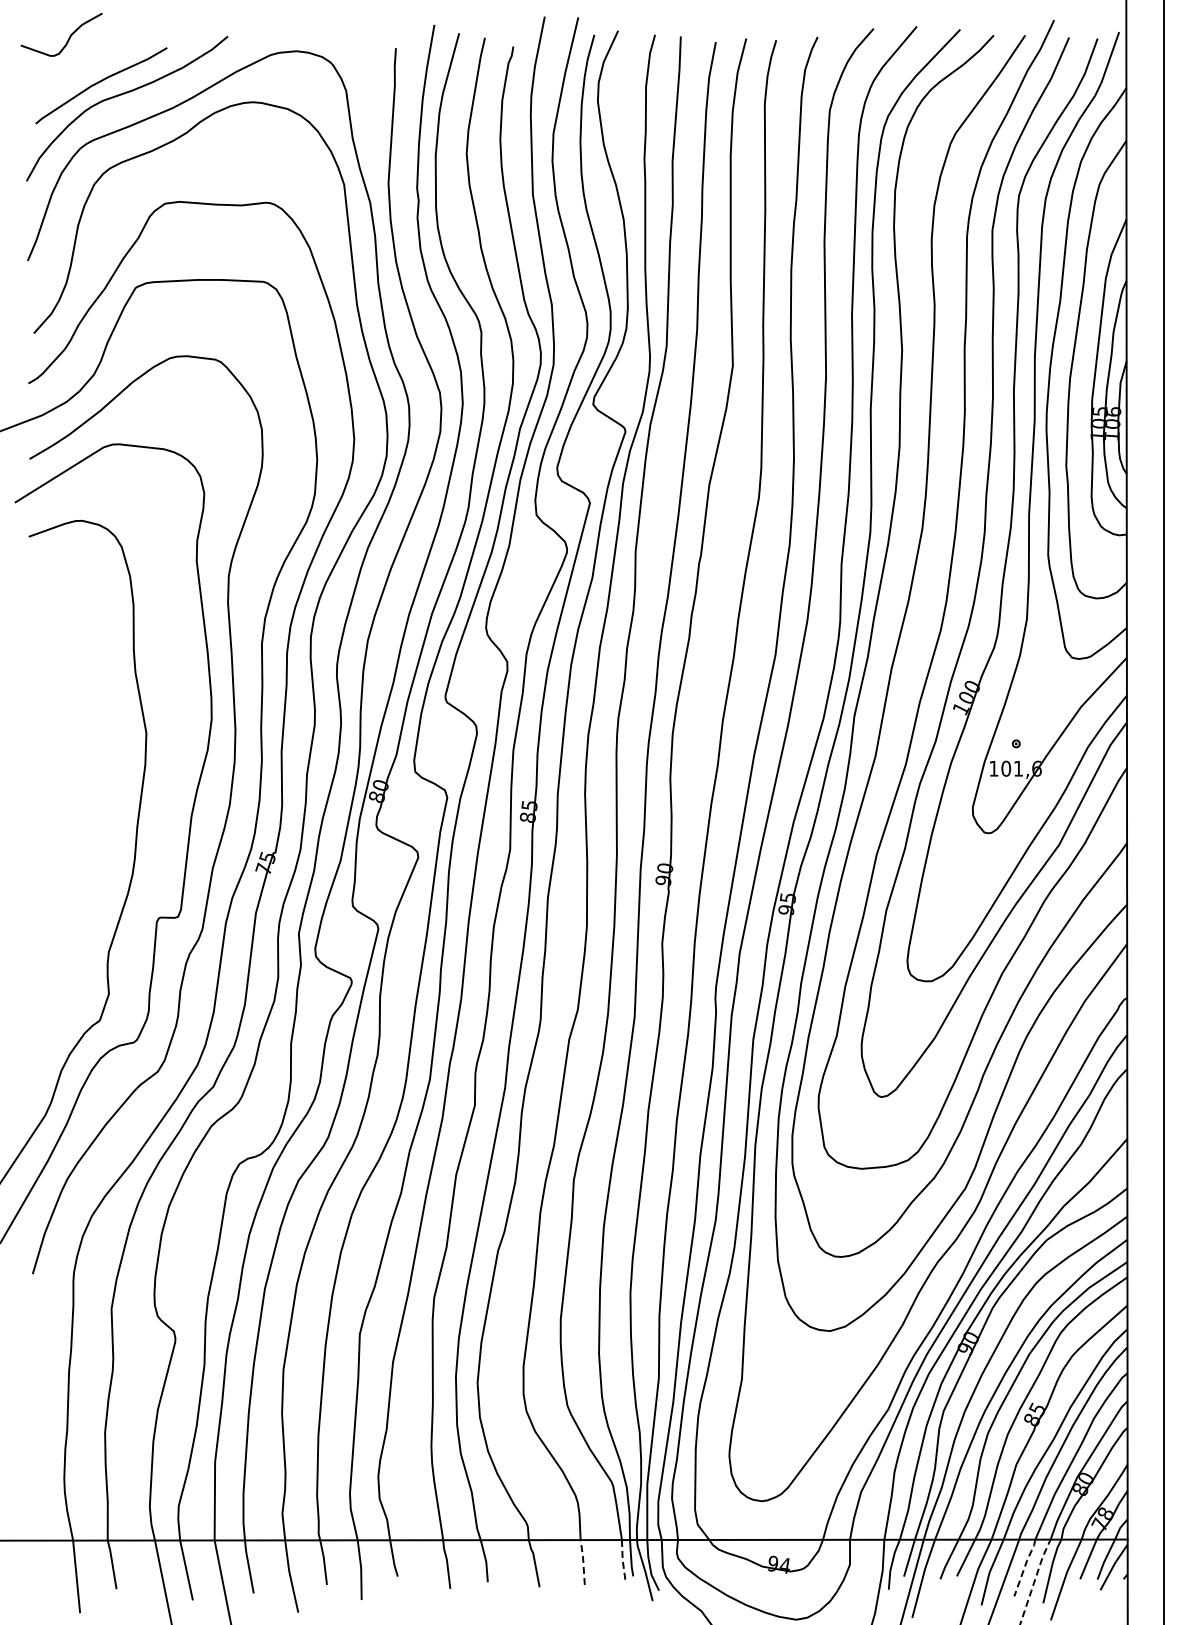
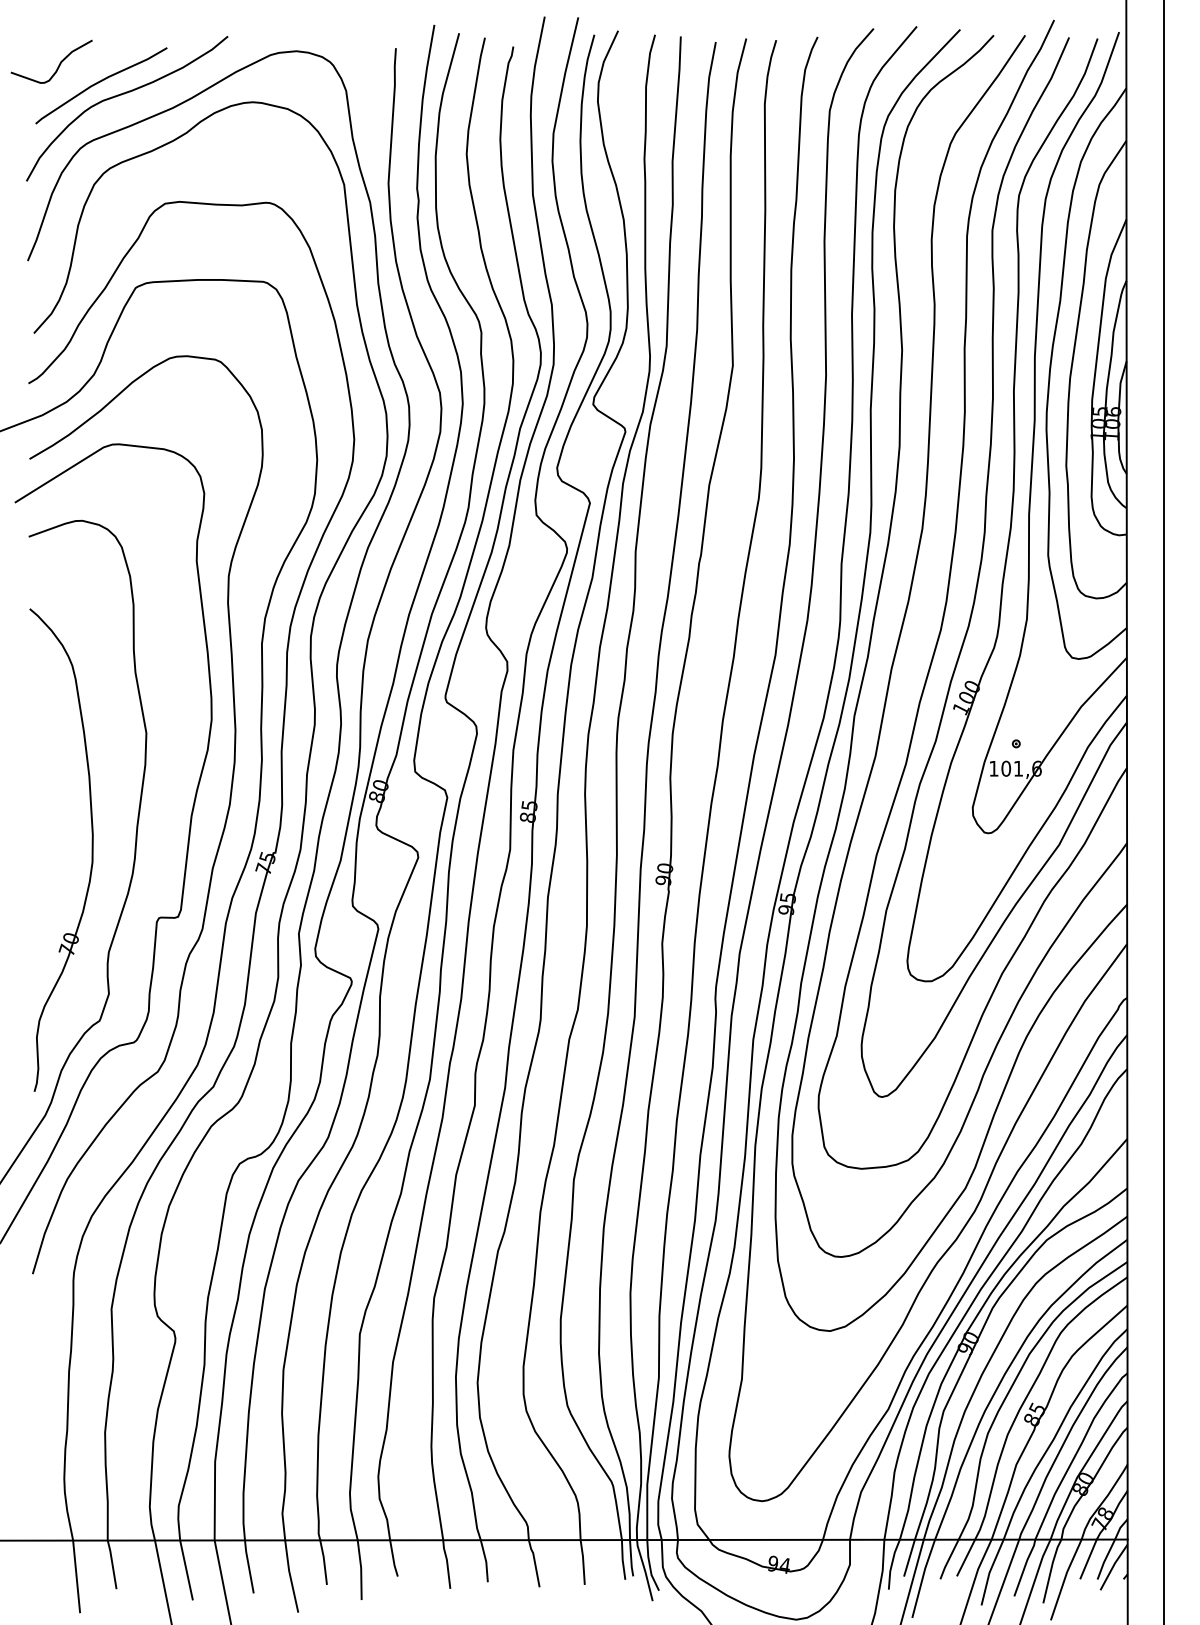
curve at (67, 39) position: (67, 39) -> (57, 66)
part at (91, 849): none -> present
line at (622, 1560): dashed -> solid
line at (583, 1561): dashed -> solid
line at (1024, 1566): dashed -> solid
line at (1034, 1581): dashed -> solid
